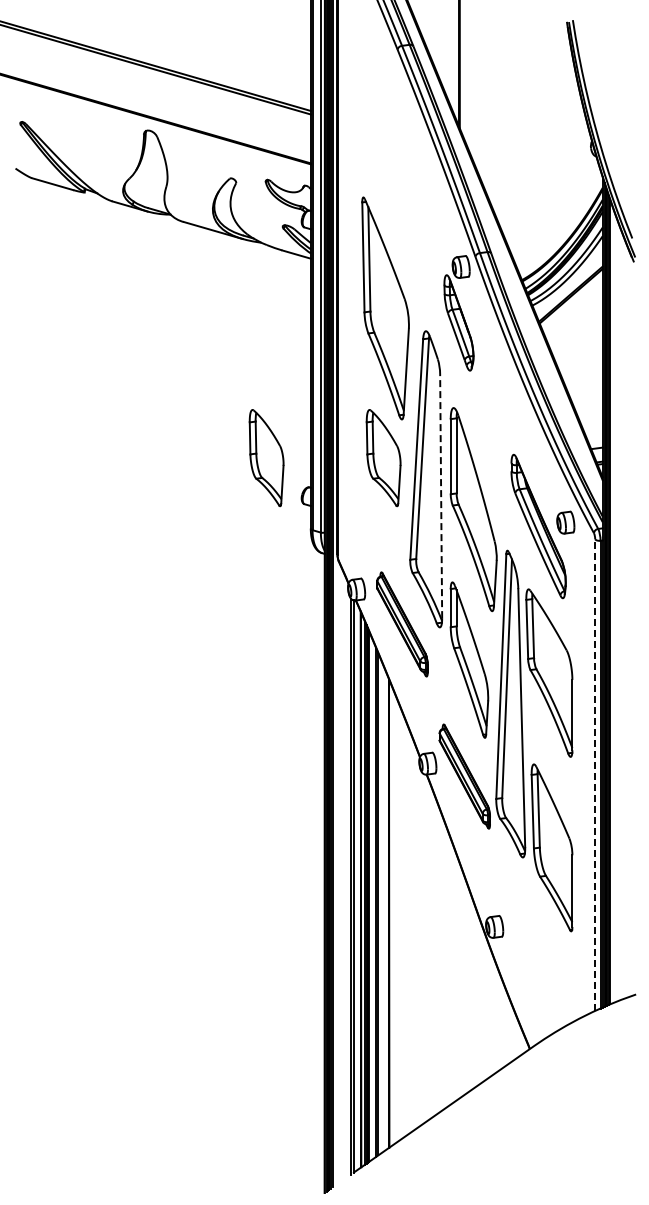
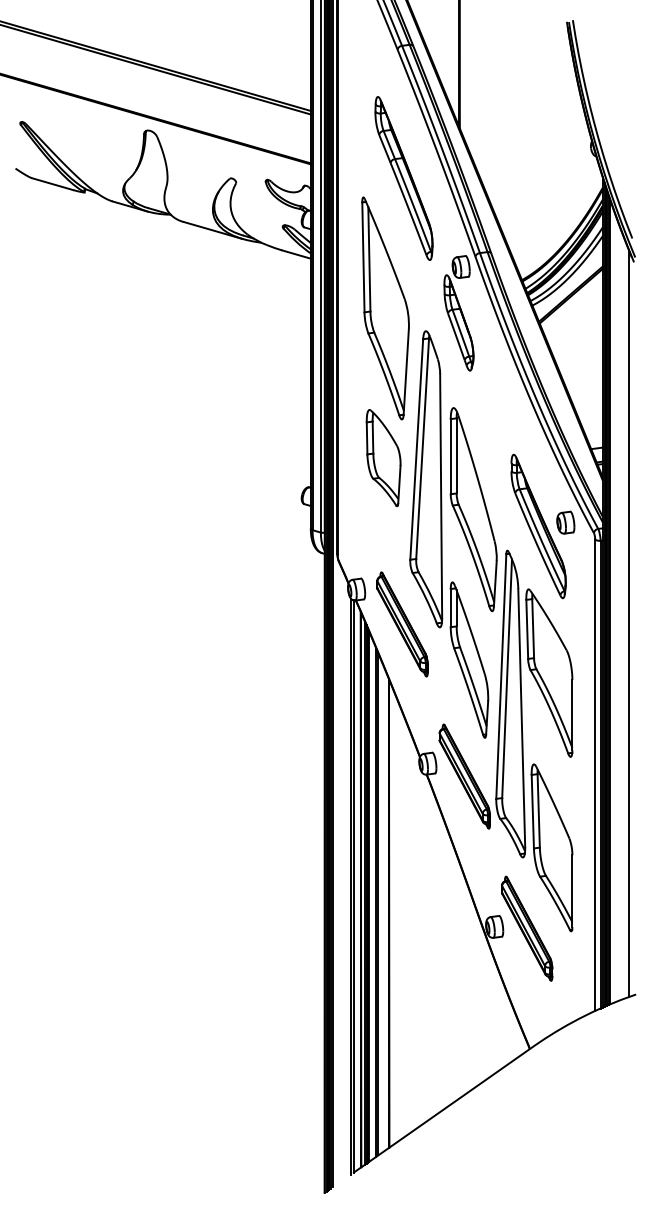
part at (403, 178): none -> present
part at (266, 458): present -> none
line at (441, 495): dashed -> solid
line at (628, 623): none -> present
line at (595, 775): dashed -> solid
part at (527, 928): none -> present
